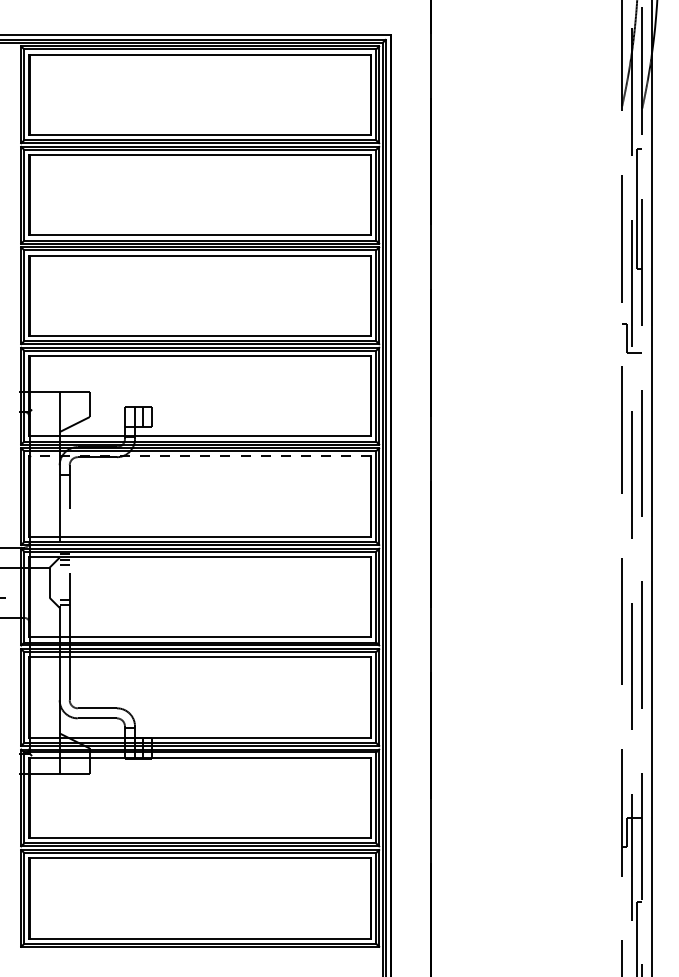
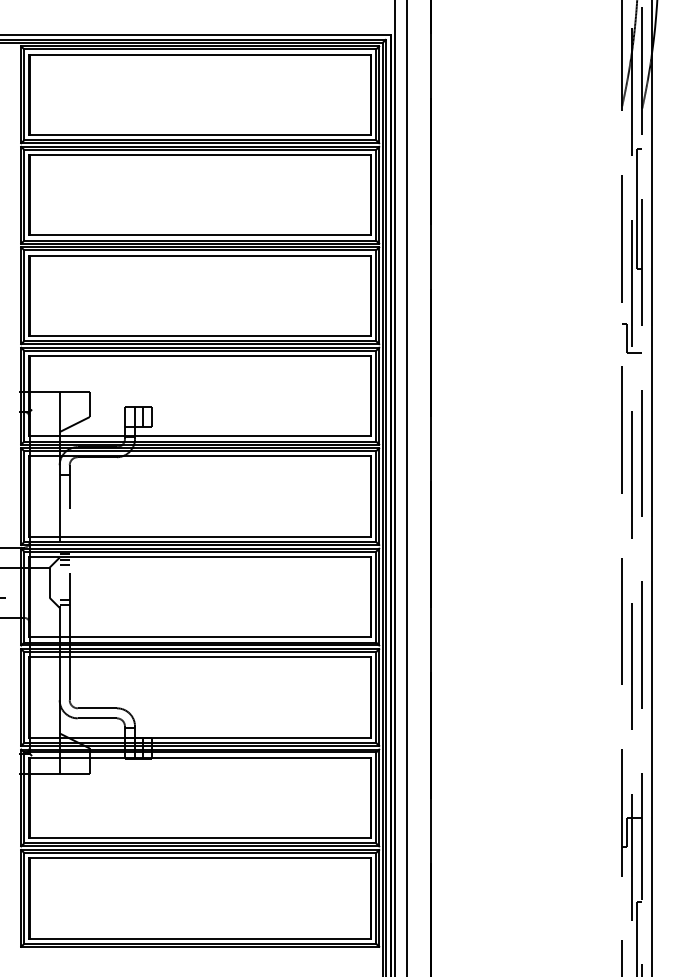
line at (200, 456): dashed -> solid
line at (395, 487): none -> present
line at (406, 487): none -> present
